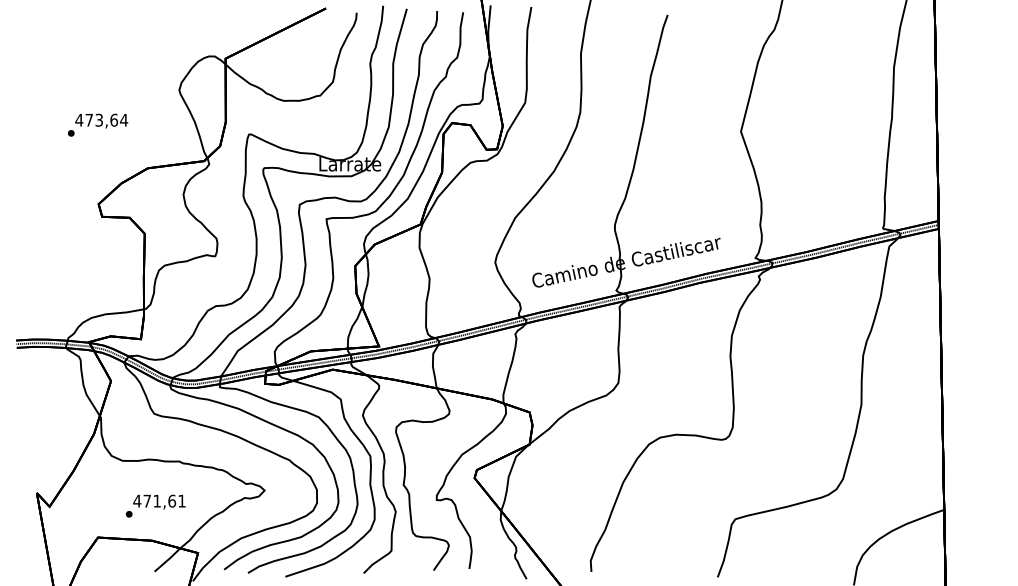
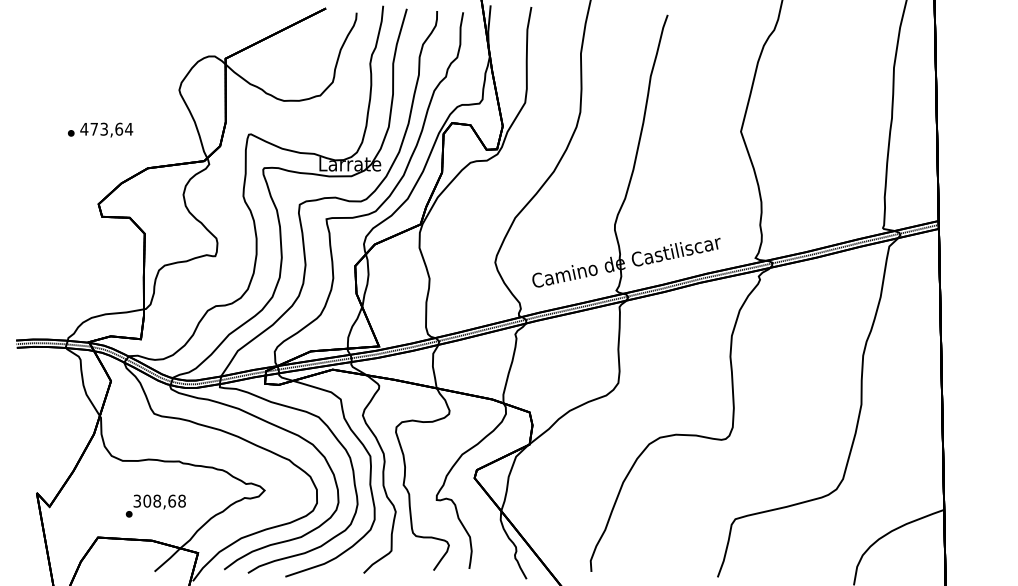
text at (101, 120) position: (101, 120) -> (106, 129)
text at (159, 500): 471,61 -> 308,68
